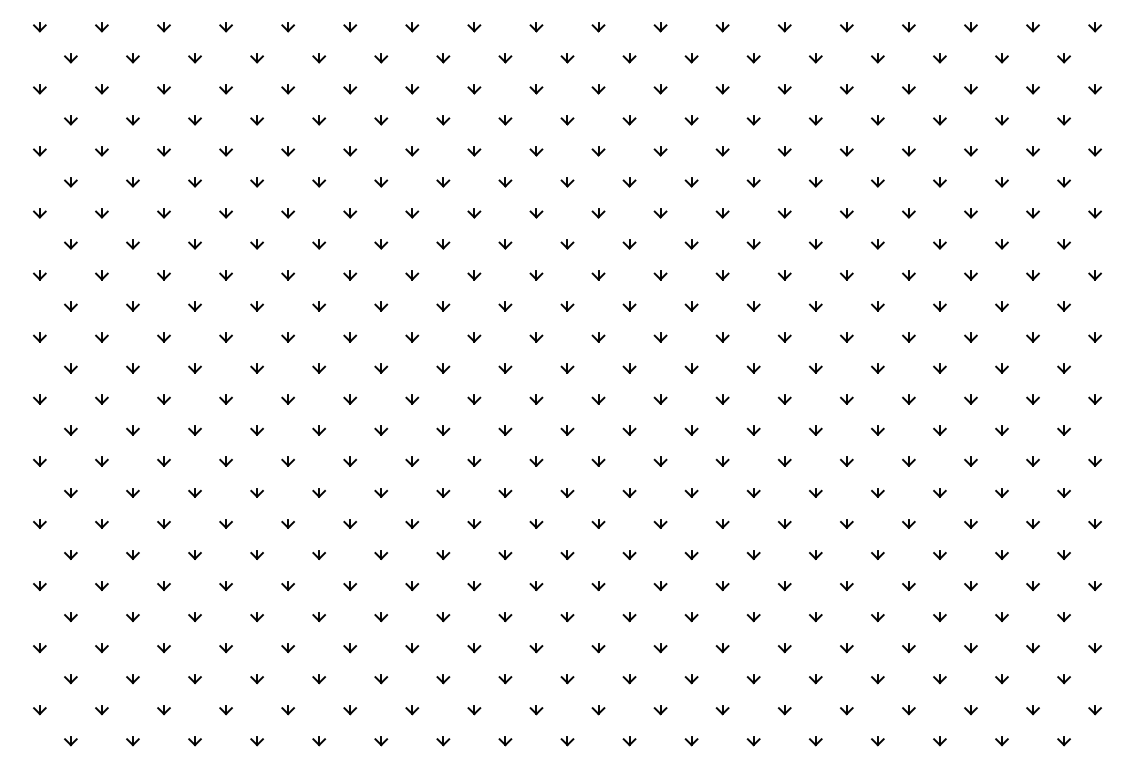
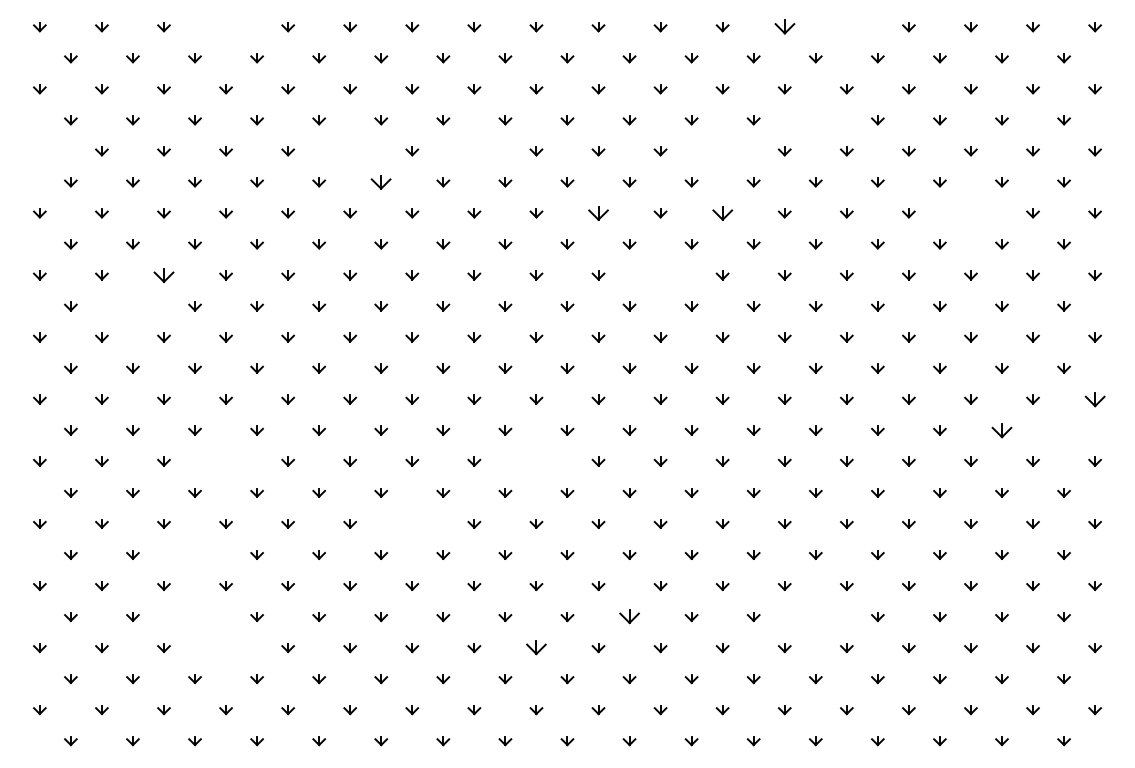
part at (225, 27): present -> none
part at (784, 27) size: 15x11 px -> 22x16 px
part at (846, 27): present -> none
part at (815, 120): present -> none
part at (39, 151): present -> none
part at (350, 151): present -> none
part at (474, 151): present -> none
part at (722, 151): present -> none
part at (381, 182) size: 15x11 px -> 22x15 px
part at (598, 213) size: 15x11 px -> 21x15 px
part at (722, 213) size: 15x11 px -> 22x15 px
part at (970, 213): present -> none
part at (163, 275) size: 14x11 px -> 22x15 px
part at (660, 275): present -> none
part at (132, 306): present -> none
part at (1094, 399) size: 14x11 px -> 22x16 px
part at (1001, 430) size: 14x11 px -> 22x16 px
part at (1063, 430): present -> none
part at (225, 461): present -> none
part at (536, 461): present -> none
part at (412, 523): present -> none
part at (194, 554): present -> none
part at (194, 616): present -> none
part at (629, 617) size: 15x11 px -> 21x16 px
part at (815, 617): present -> none
part at (225, 648): present -> none
part at (536, 648) size: 15x11 px -> 21x16 px
